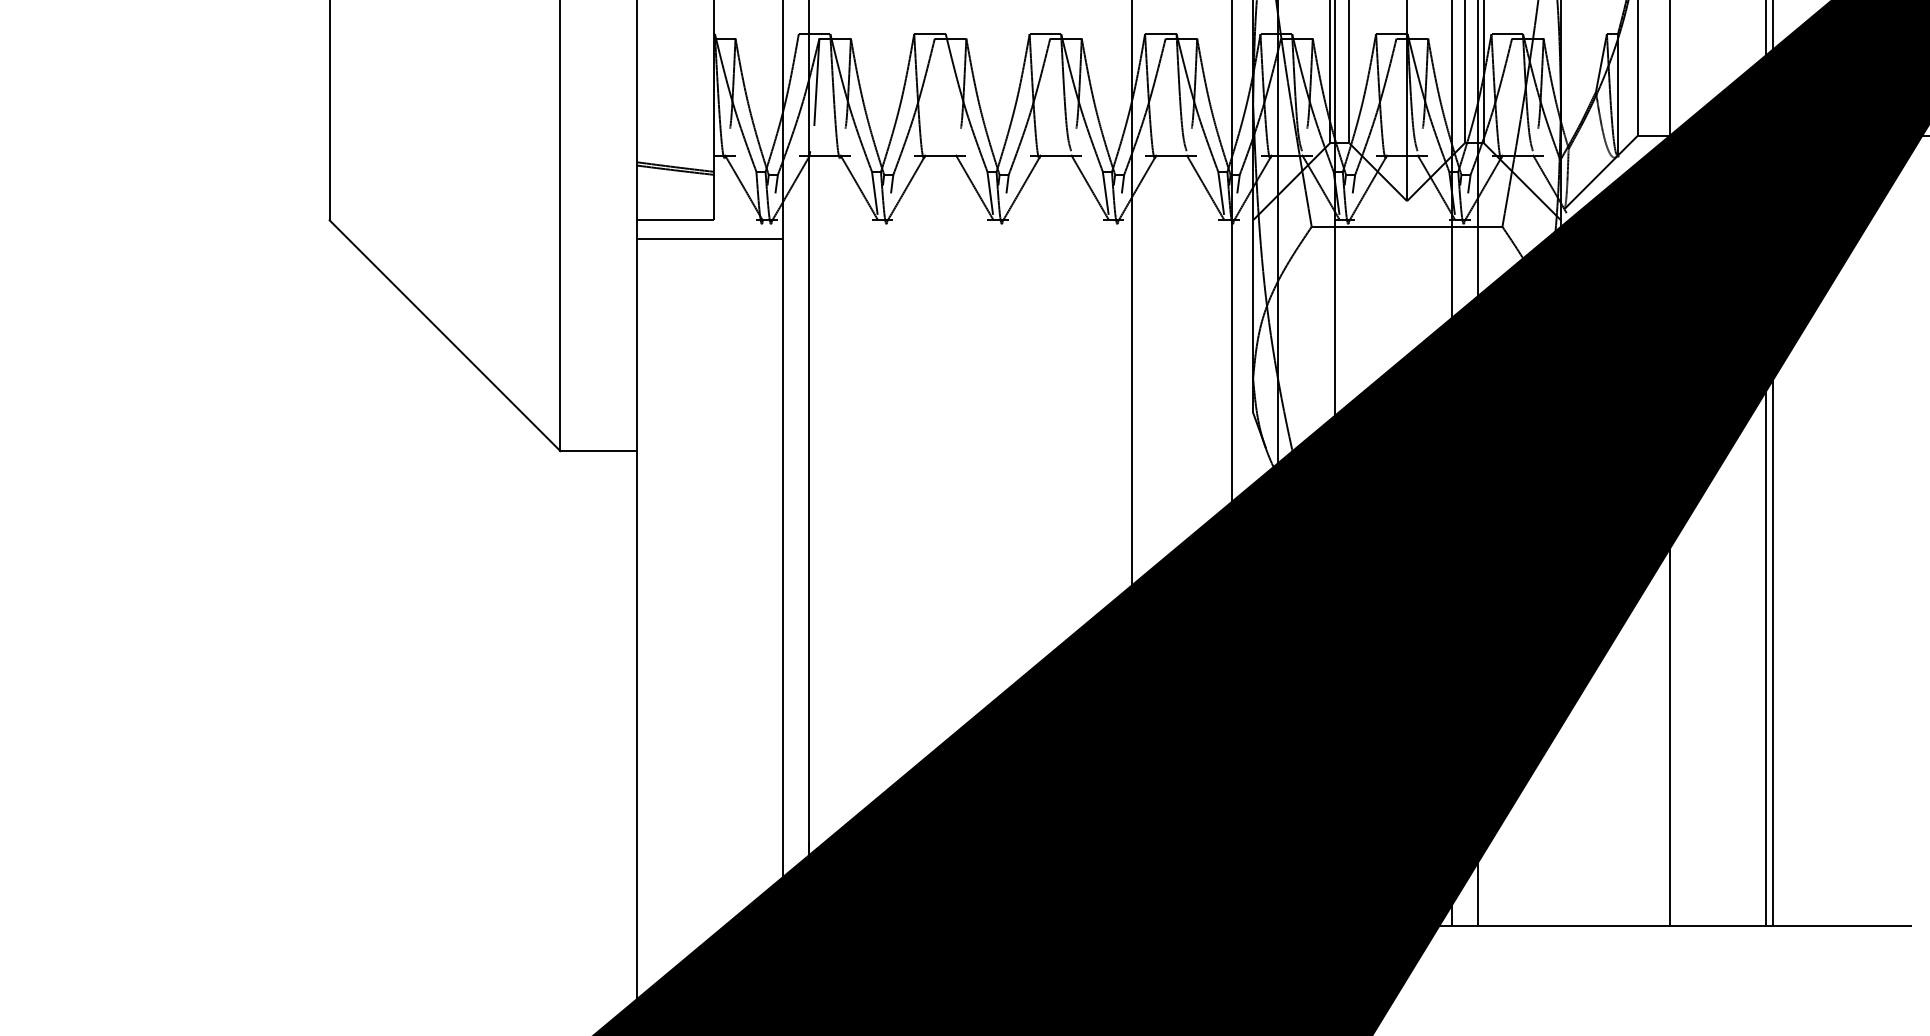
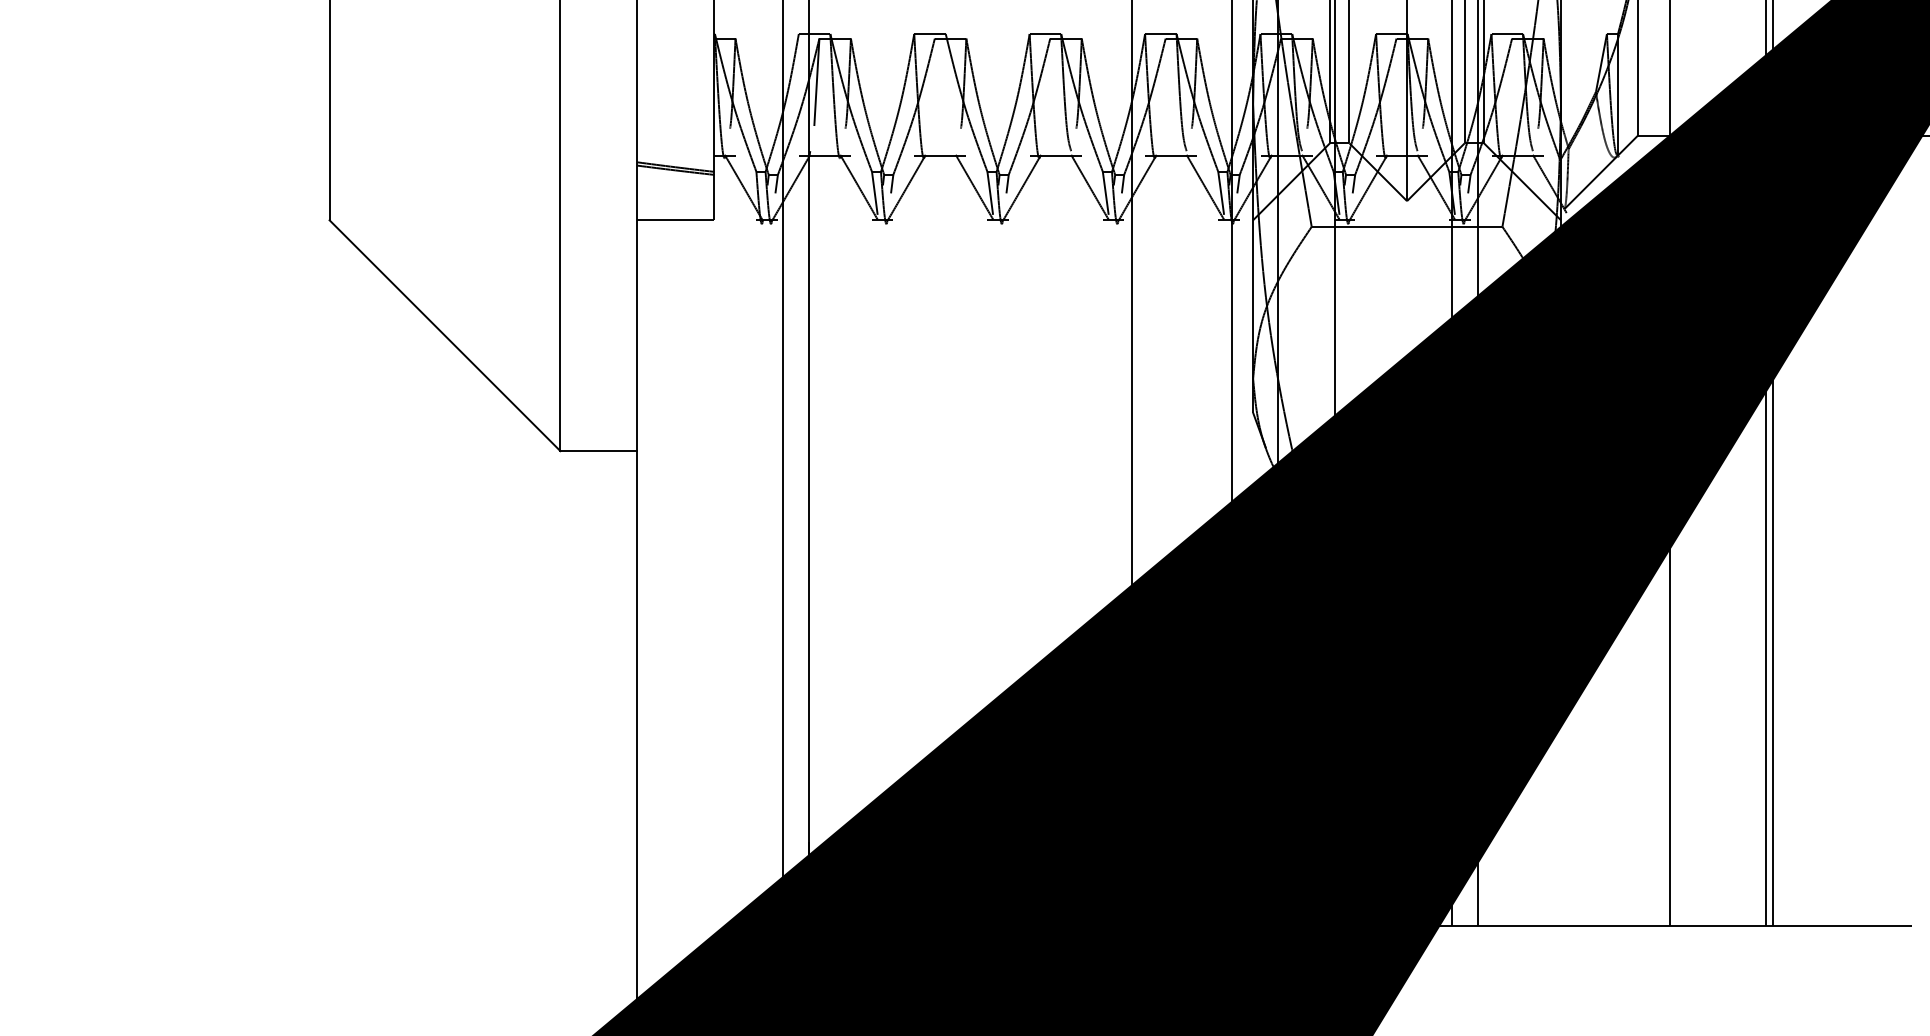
line at (710, 238): present -> none
